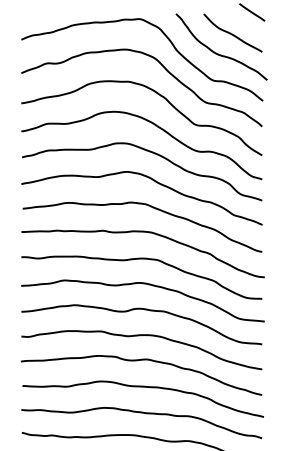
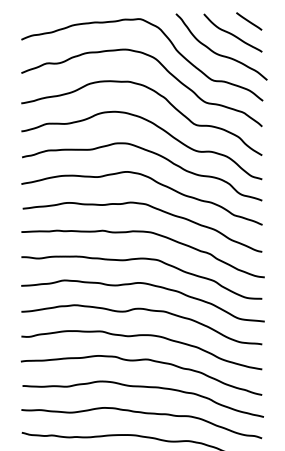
line at (252, 12) position: (252, 12) -> (249, 21)
